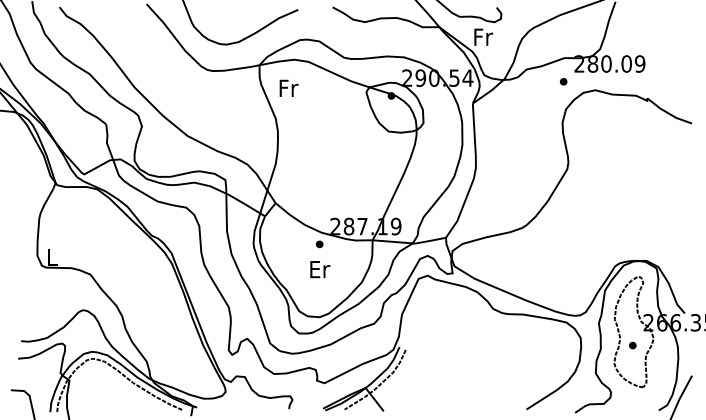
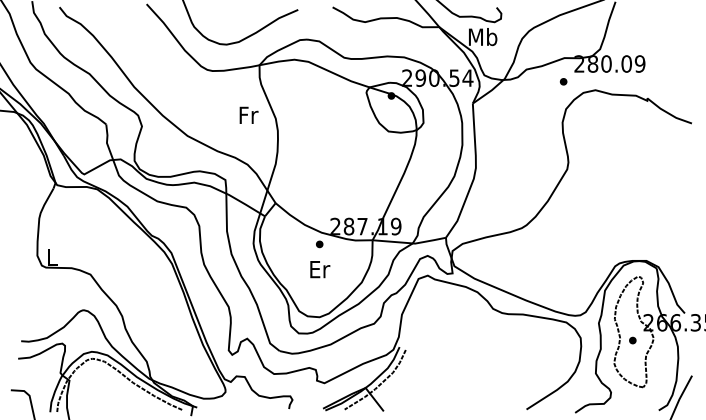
text at (483, 37): Fr -> Mb
text at (288, 87) position: (288, 87) -> (248, 114)
part at (632, 345) position: (632, 345) -> (632, 340)
